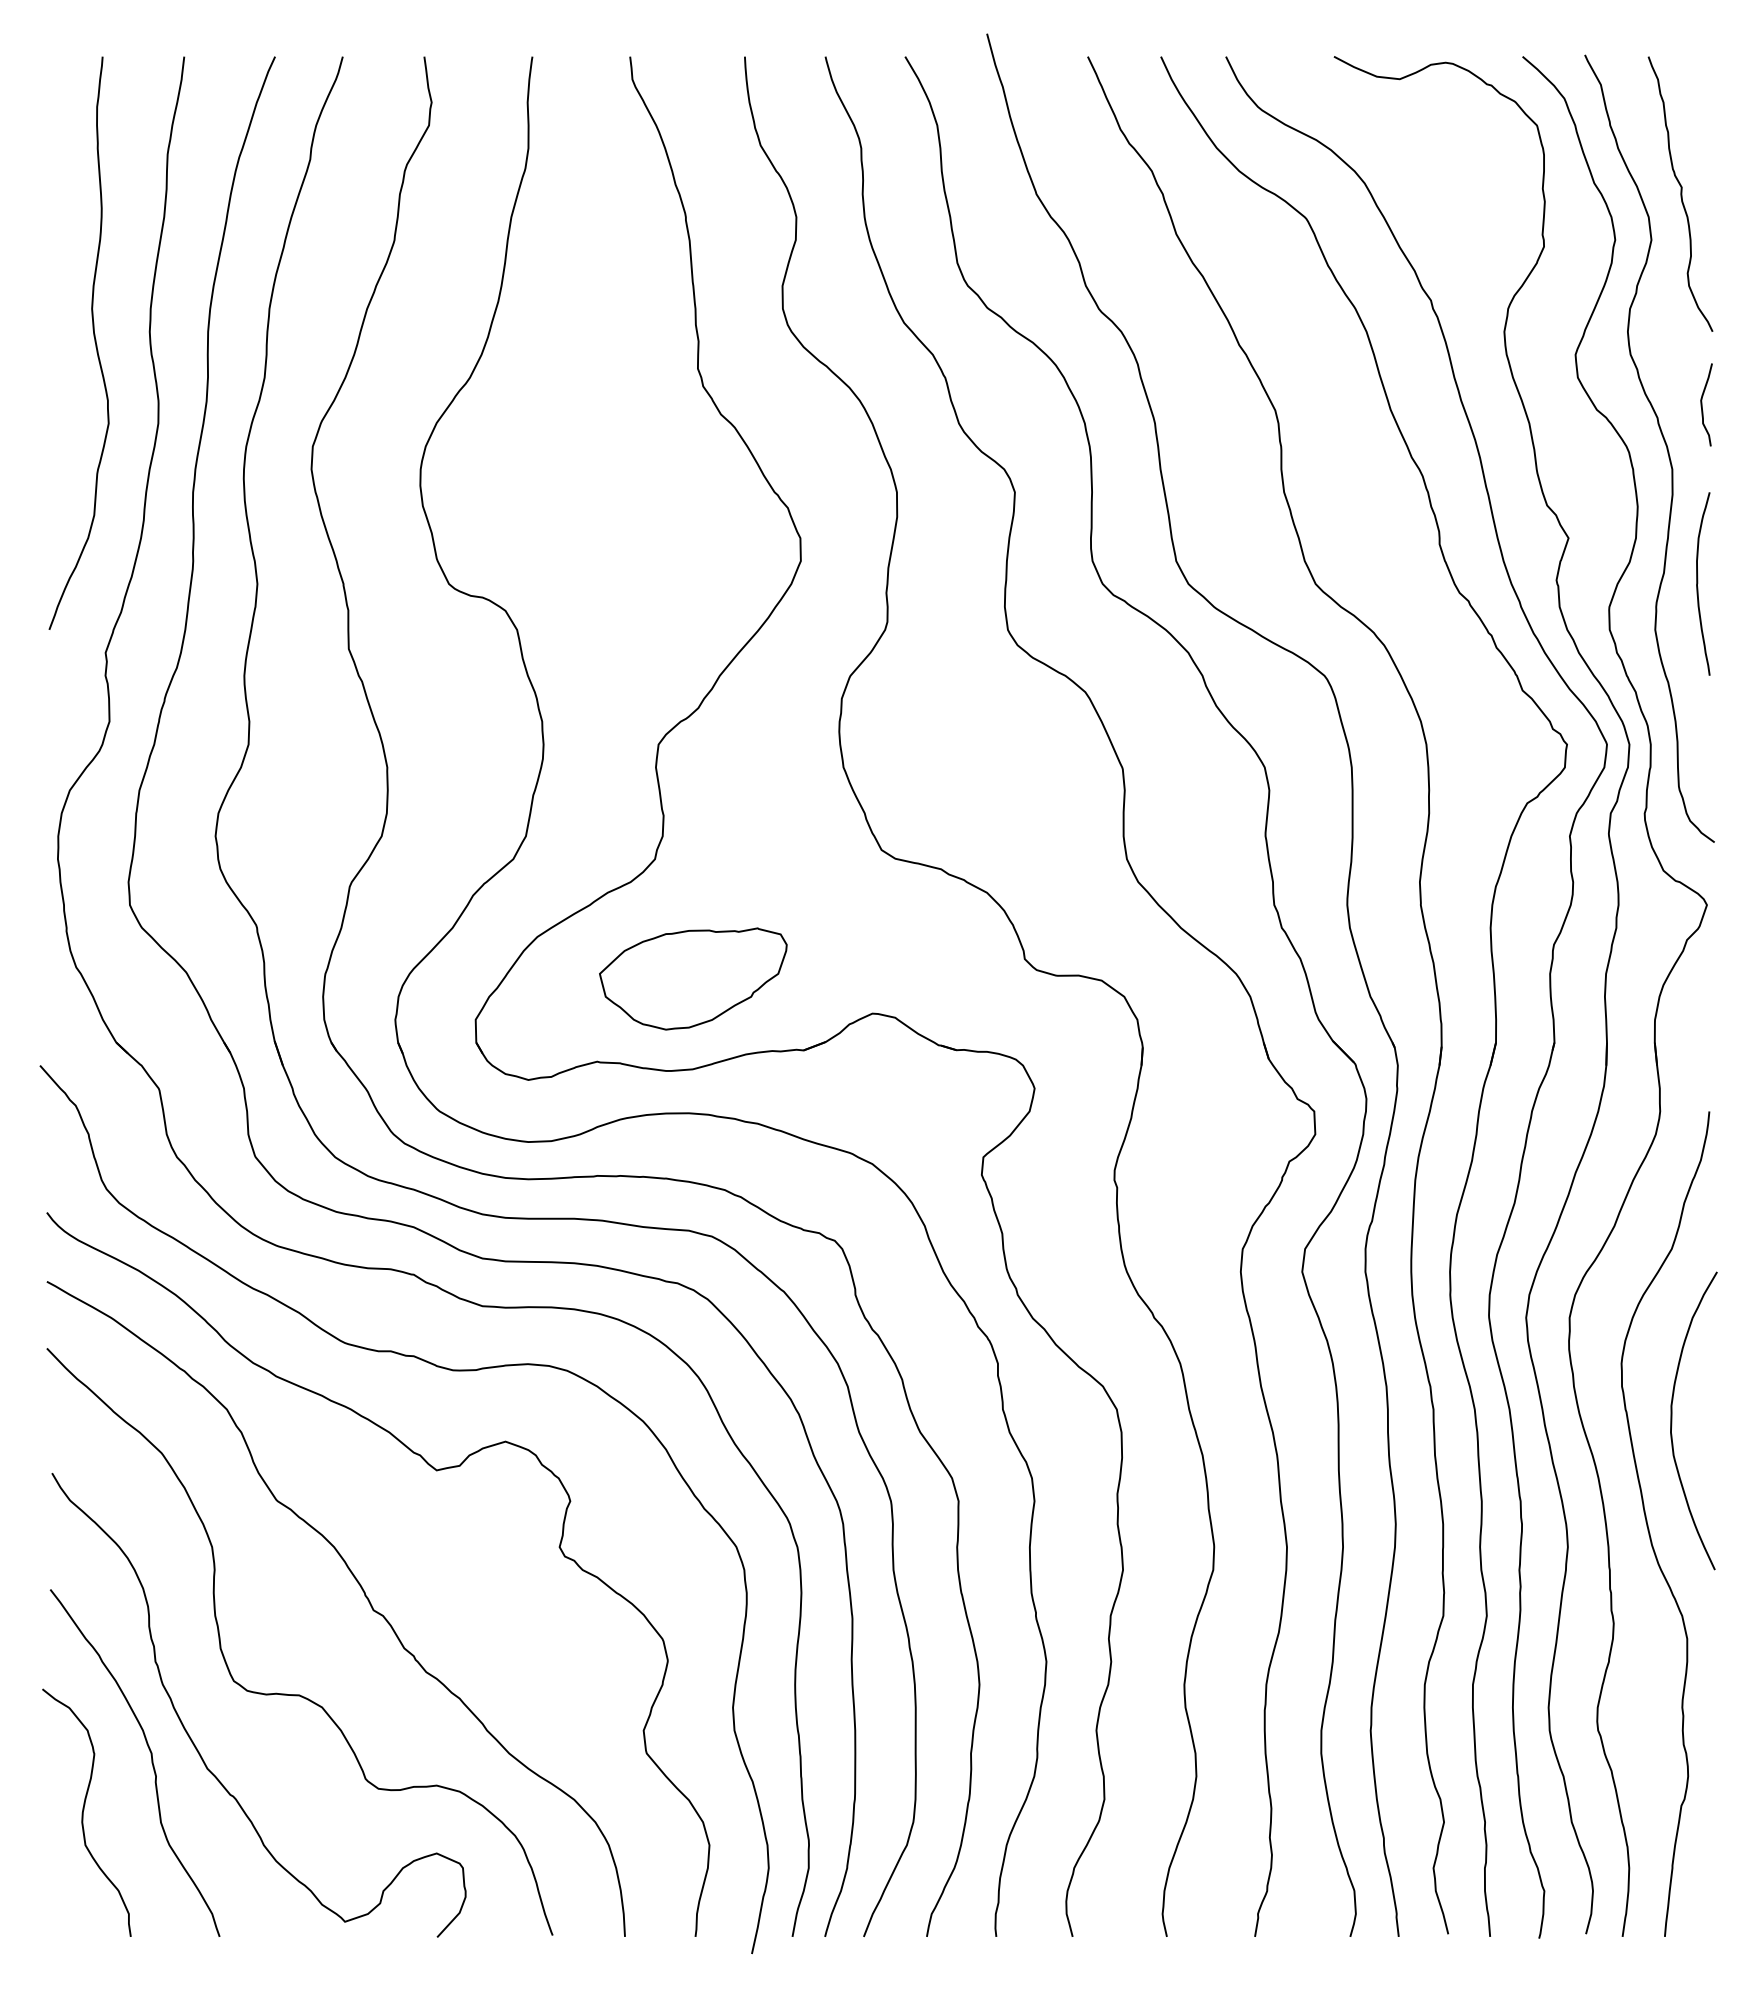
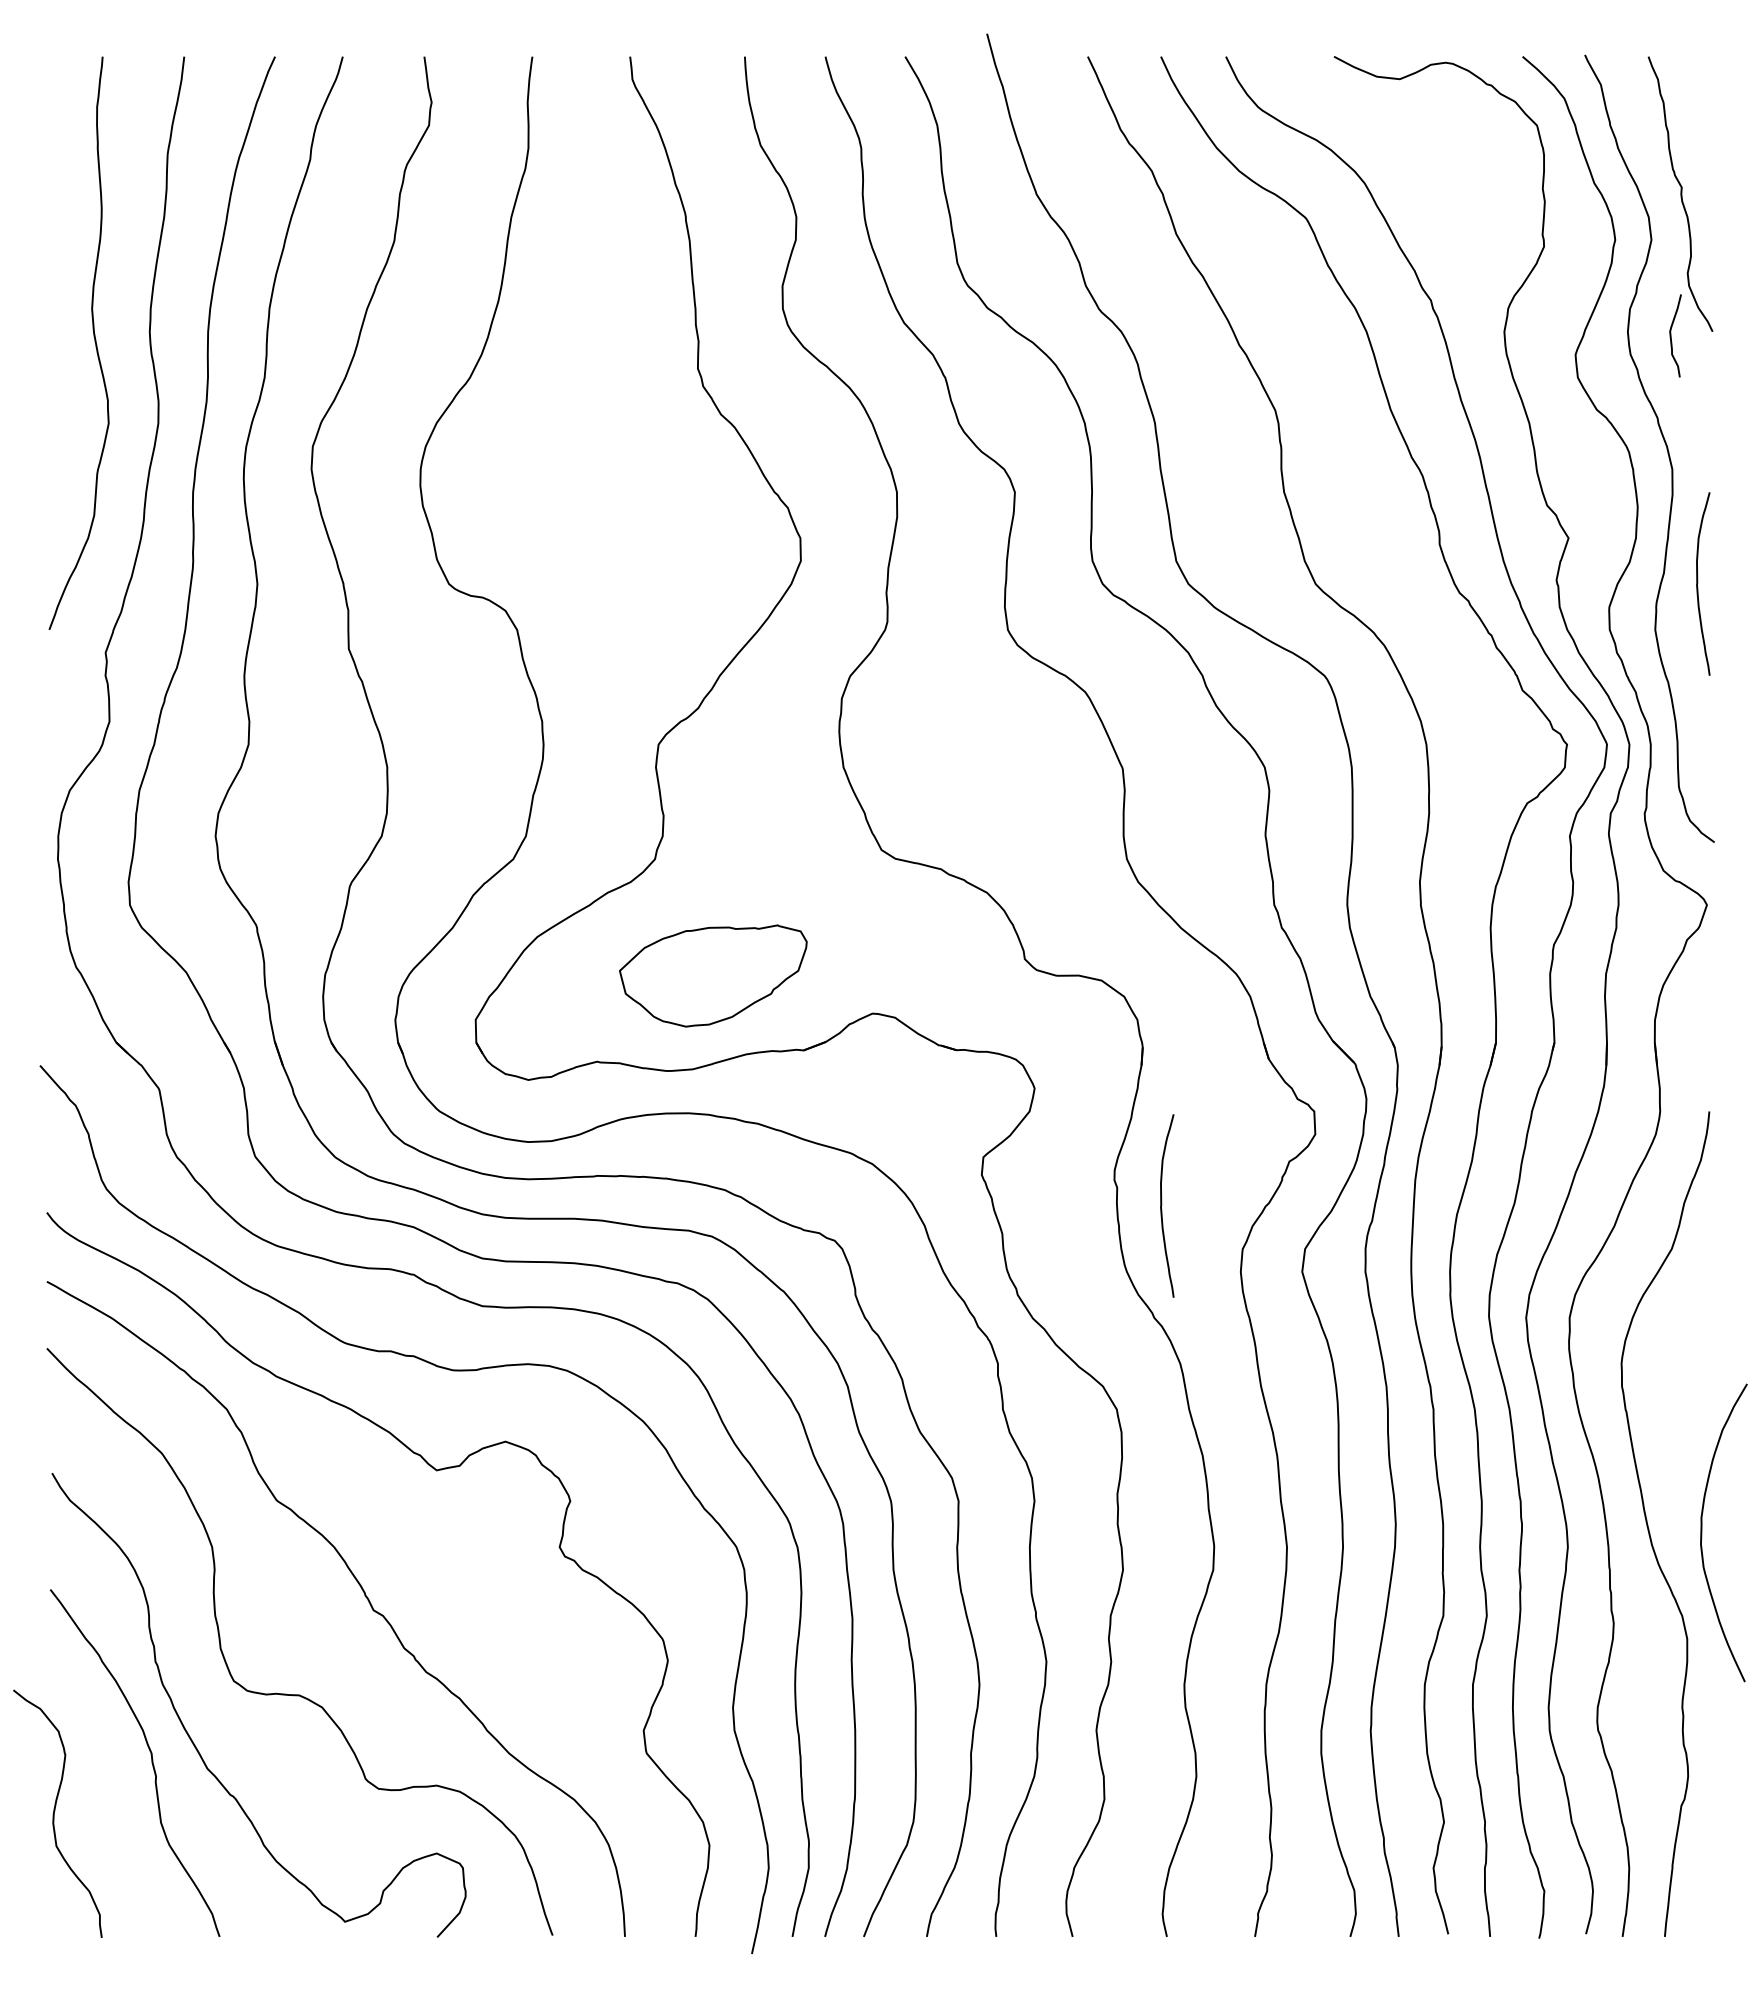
curve at (1702, 404) position: (1702, 404) -> (1671, 335)
part at (693, 978) position: (693, 978) -> (713, 975)
curve at (1162, 1205): none -> present
curve at (1672, 1420) position: (1672, 1420) -> (1702, 1532)
curve at (84, 1810) position: (84, 1810) -> (55, 1811)
